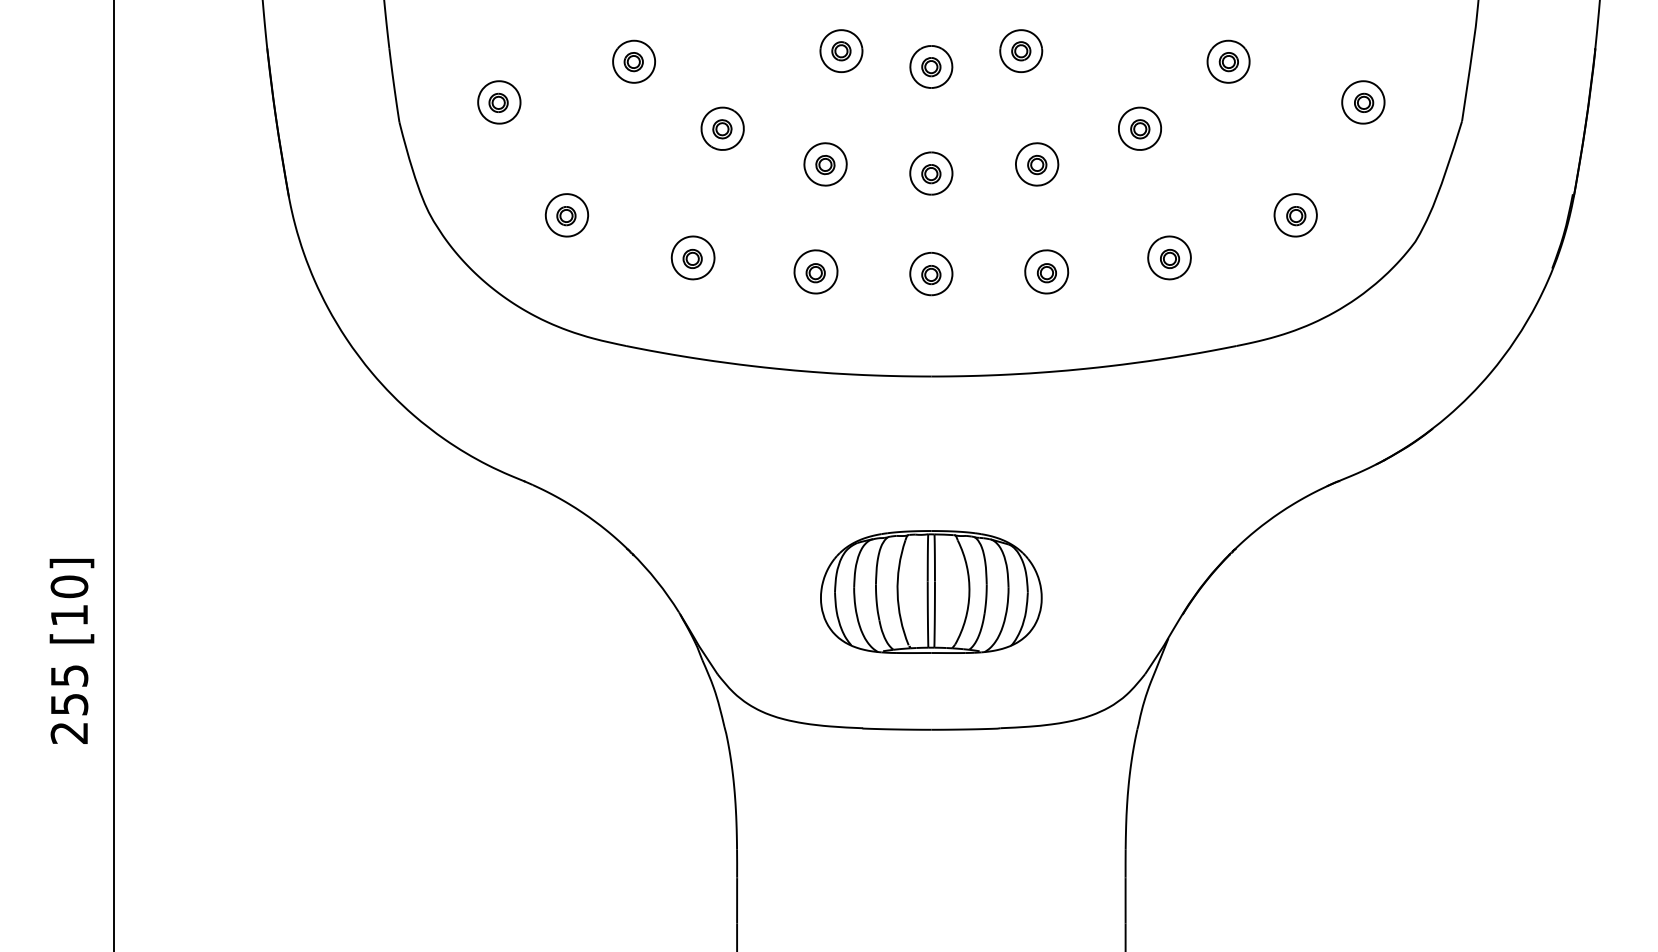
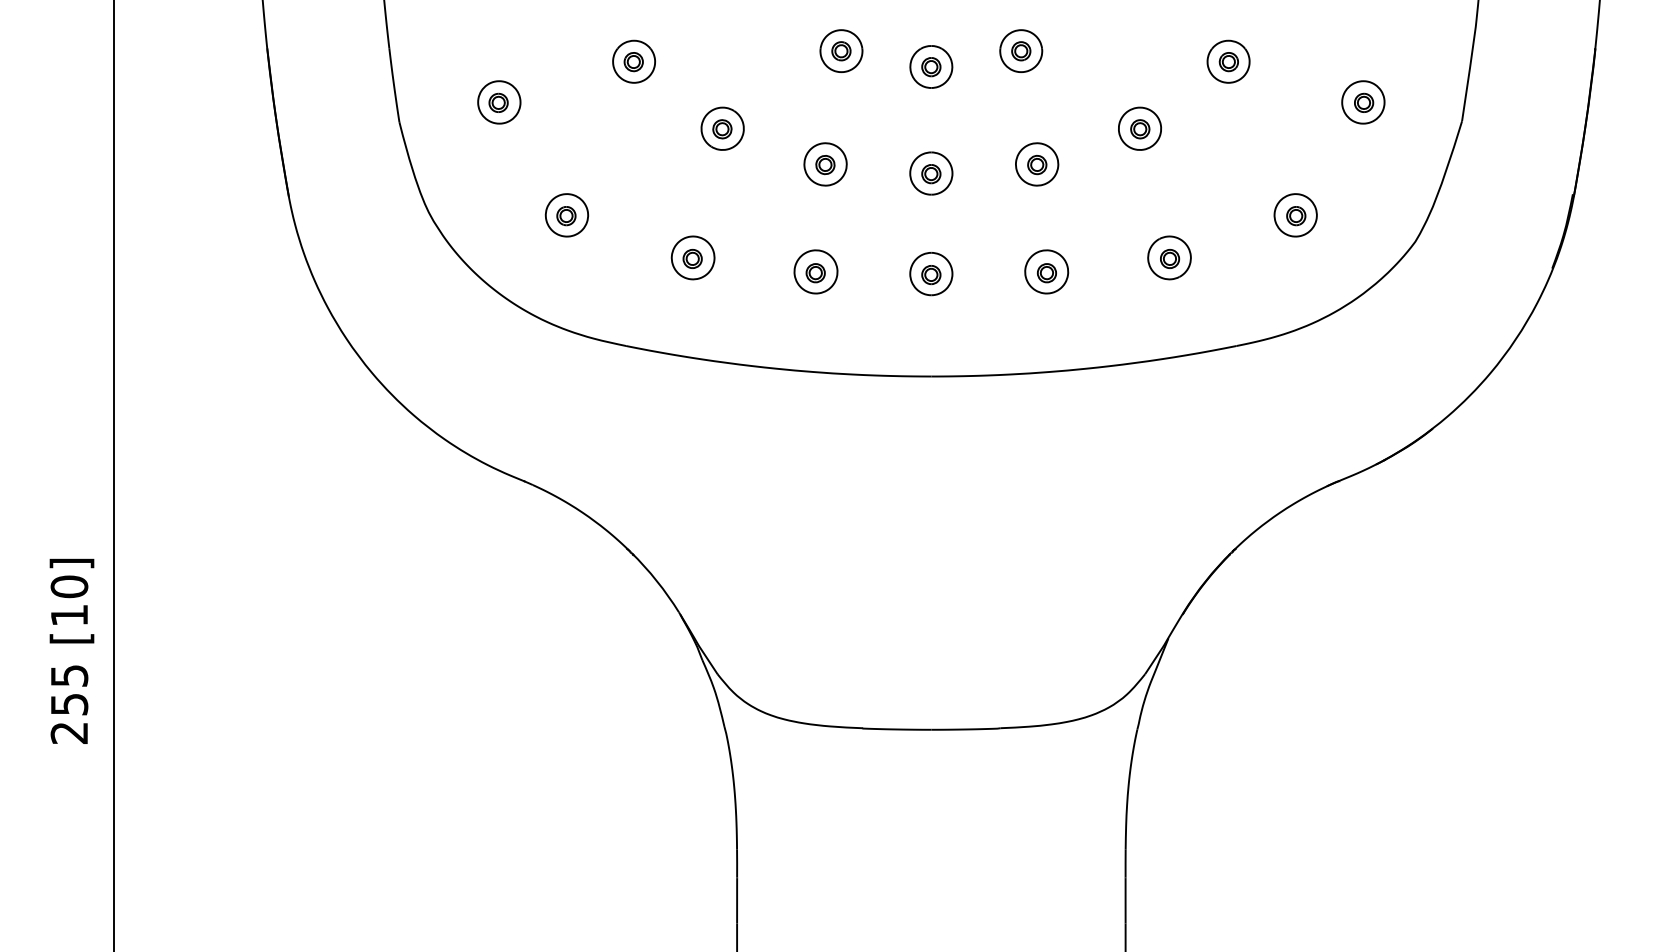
part at (931, 591): present -> none
